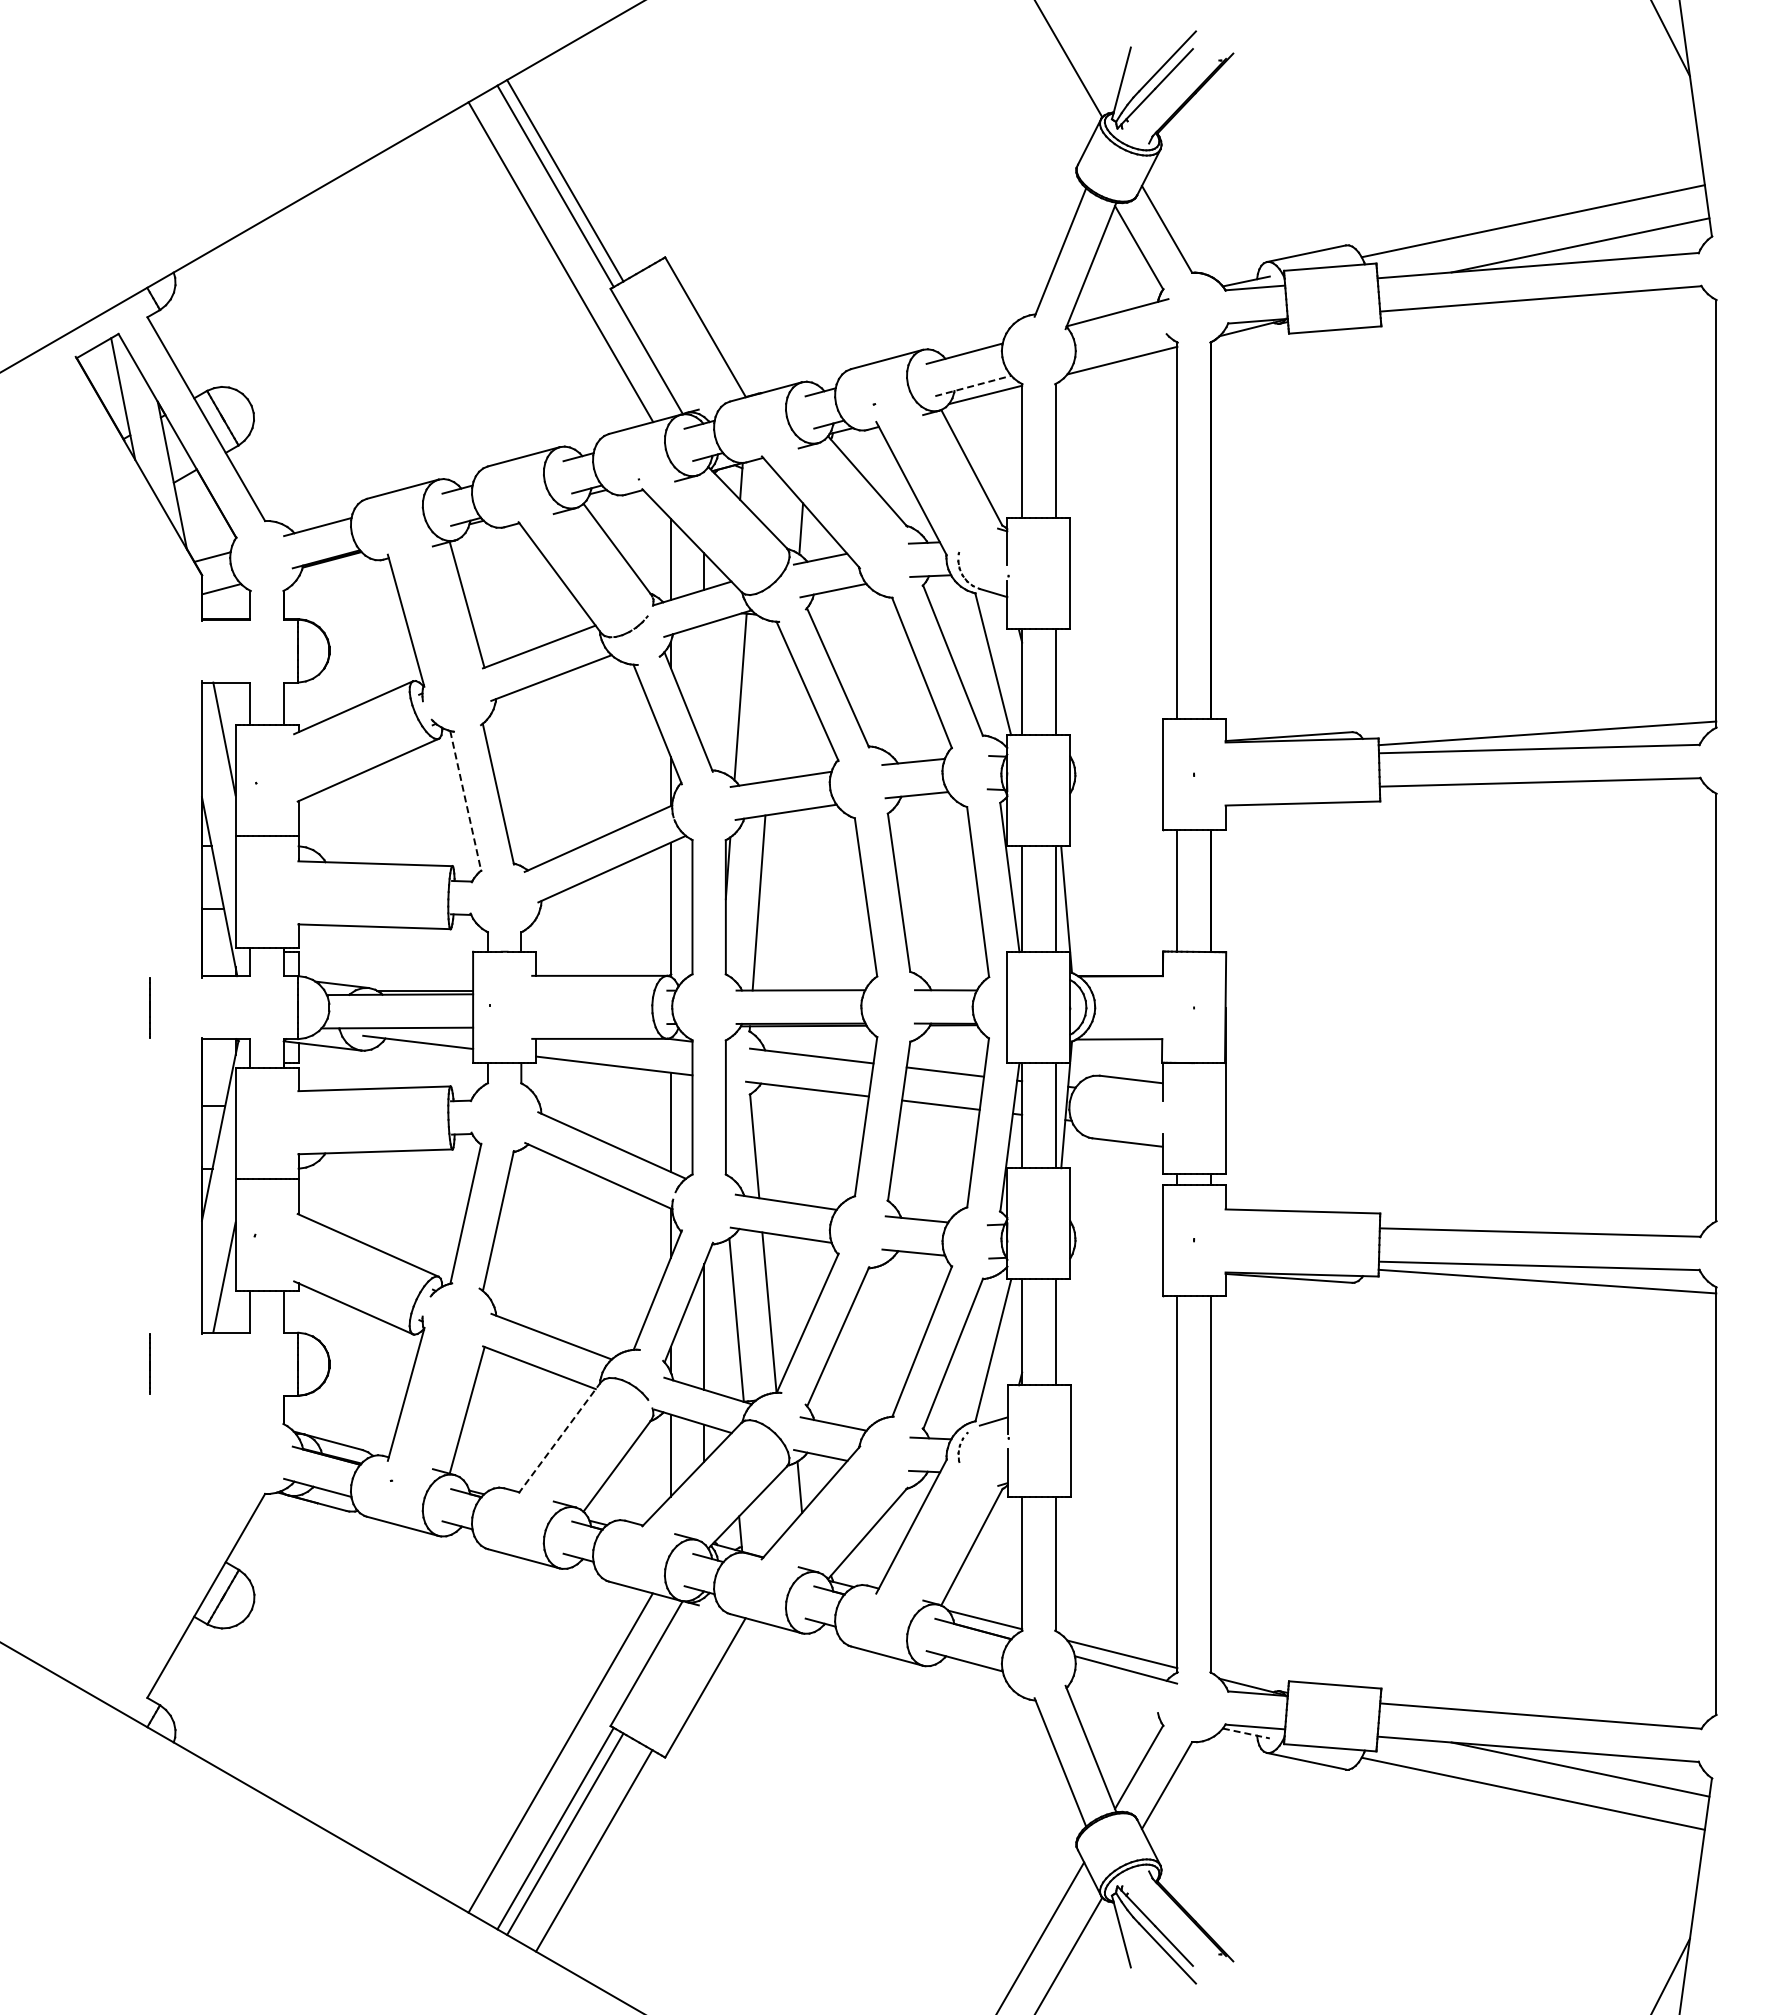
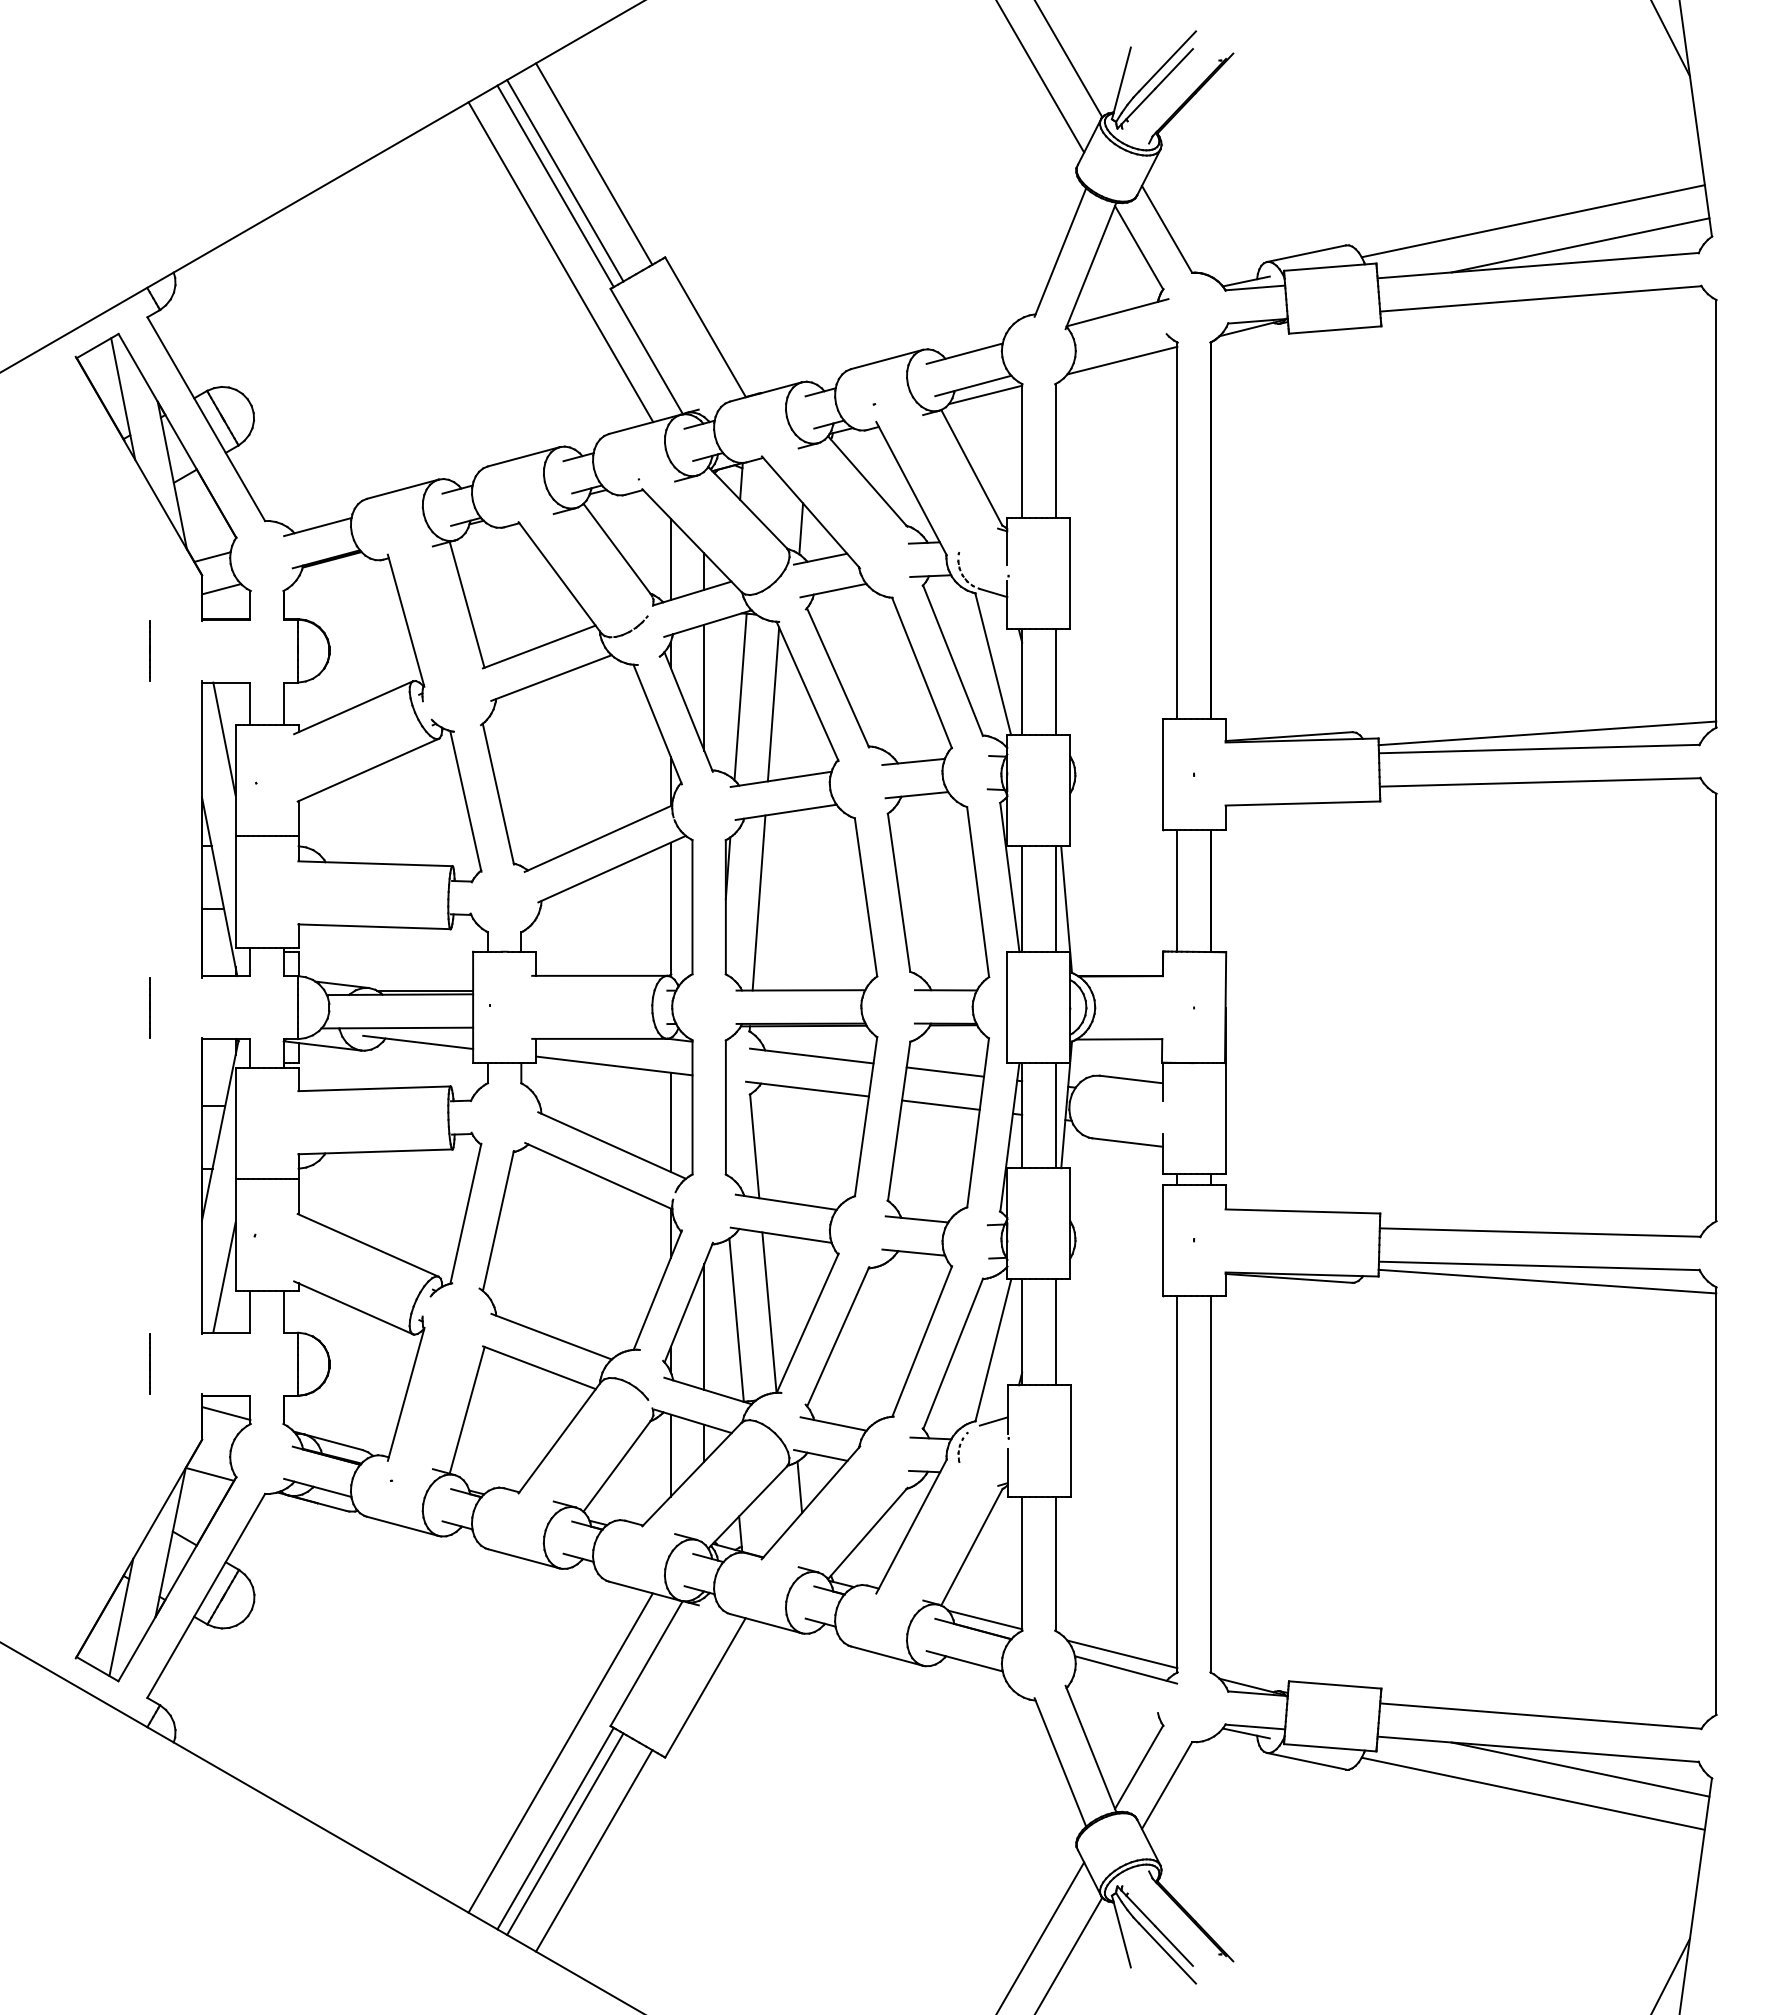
line at (1040, 77): none -> present
line at (594, 163): none -> present
line at (973, 385): dashed -> solid
line at (149, 650): none -> present
line at (704, 687): none -> present
line at (773, 704): none -> present
line at (465, 801): dashed -> solid
line at (559, 1438): dashed -> solid
part at (162, 1537): none -> present
line at (1246, 1733): dashed -> solid
